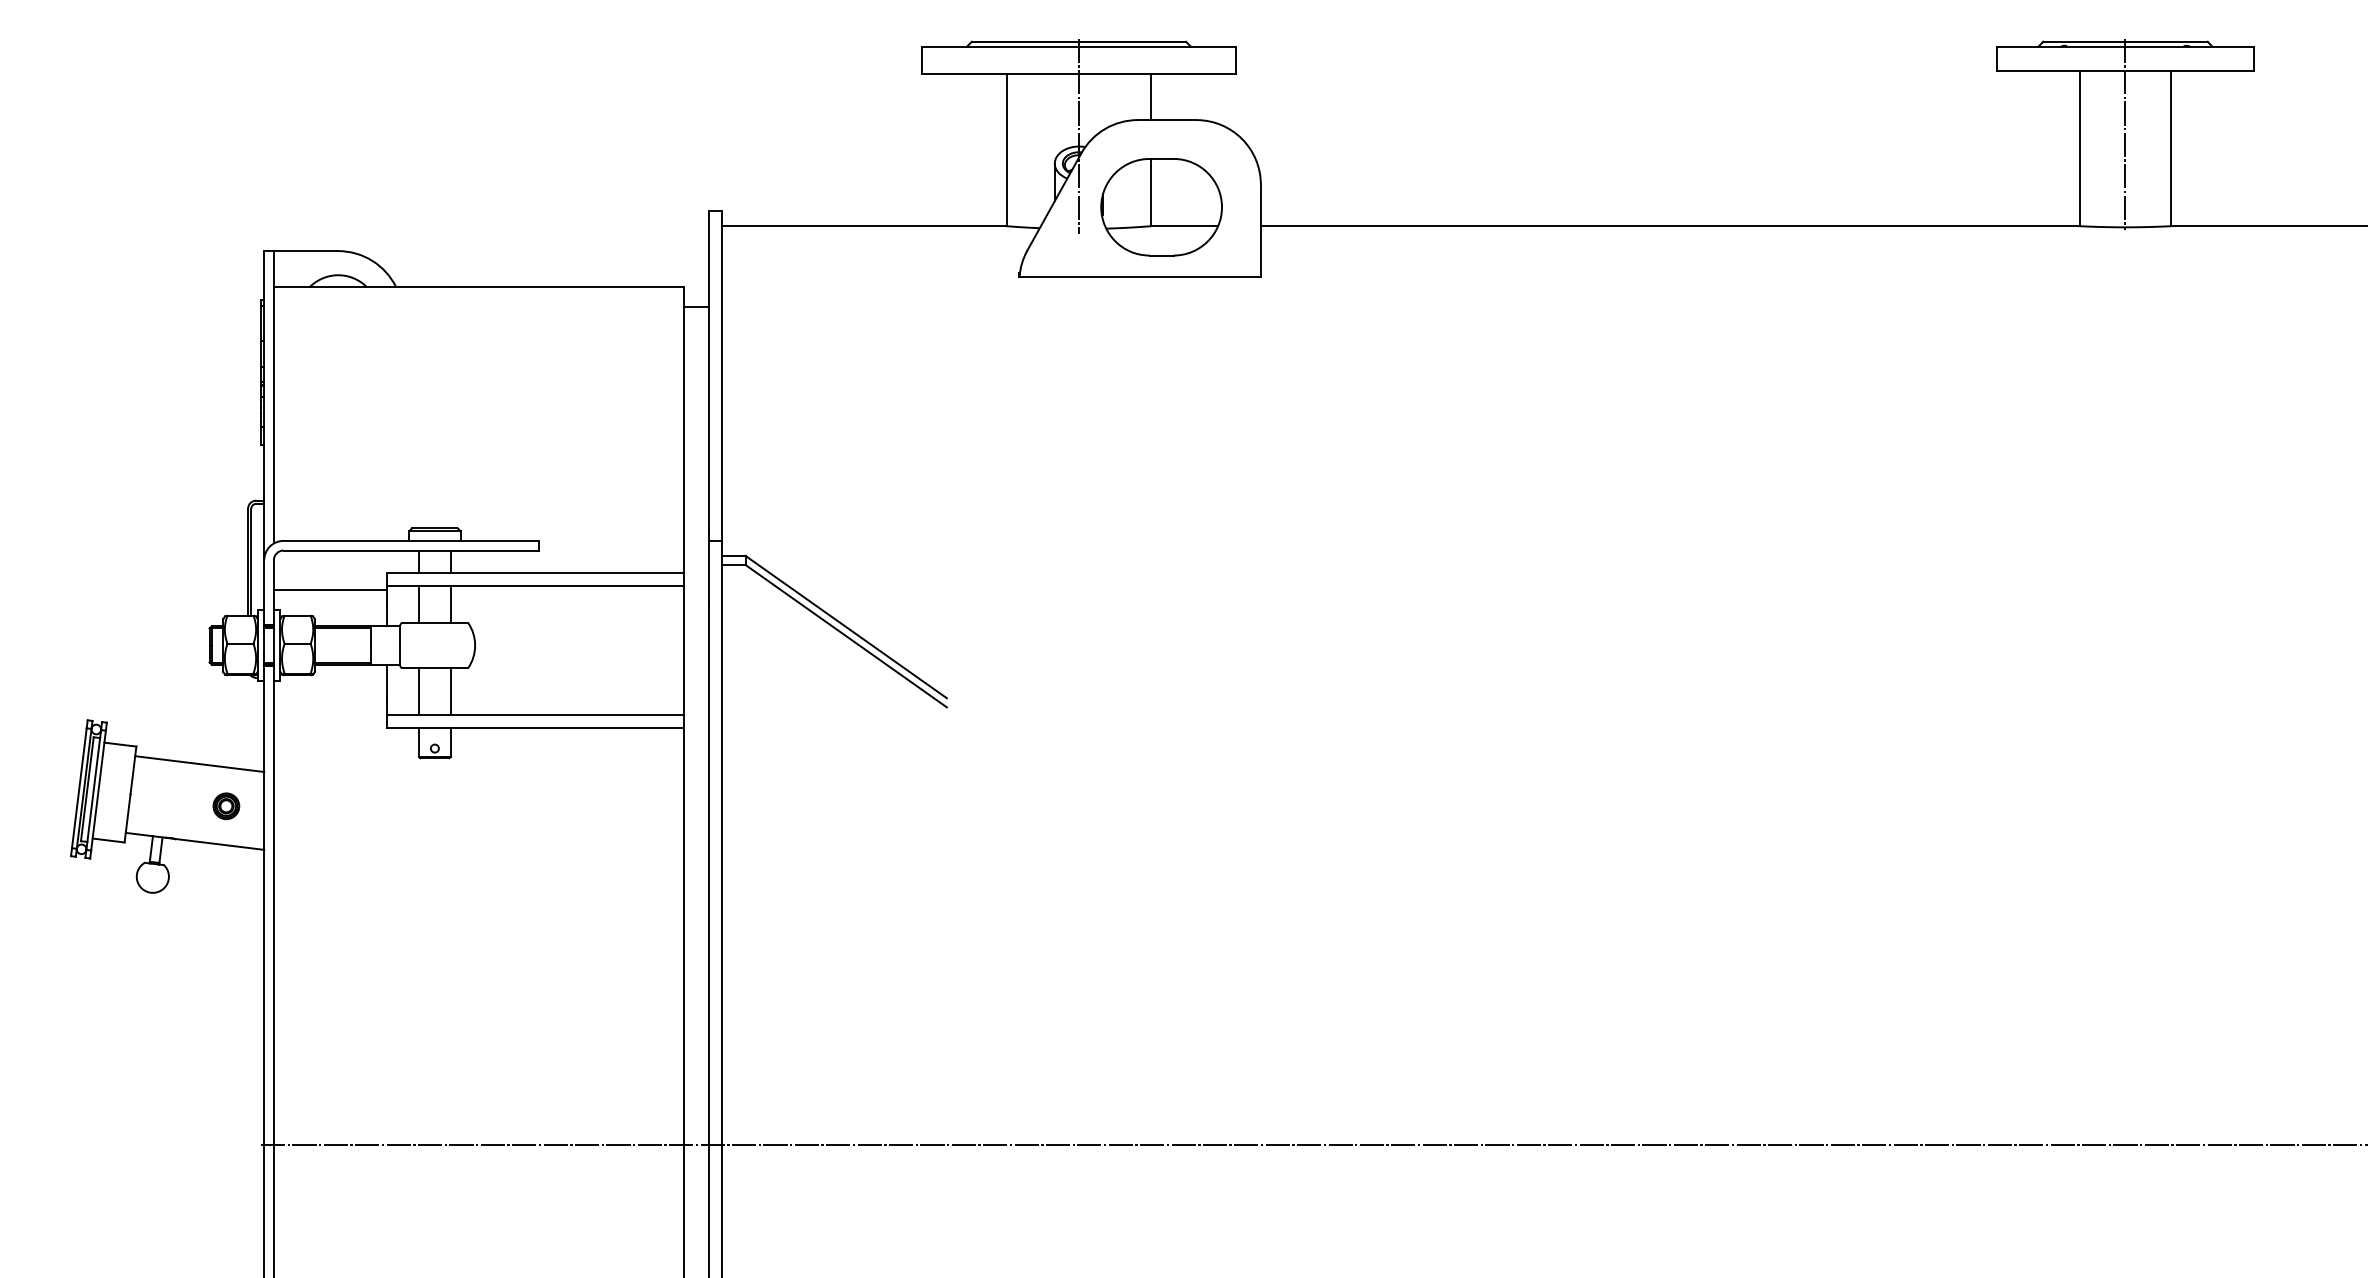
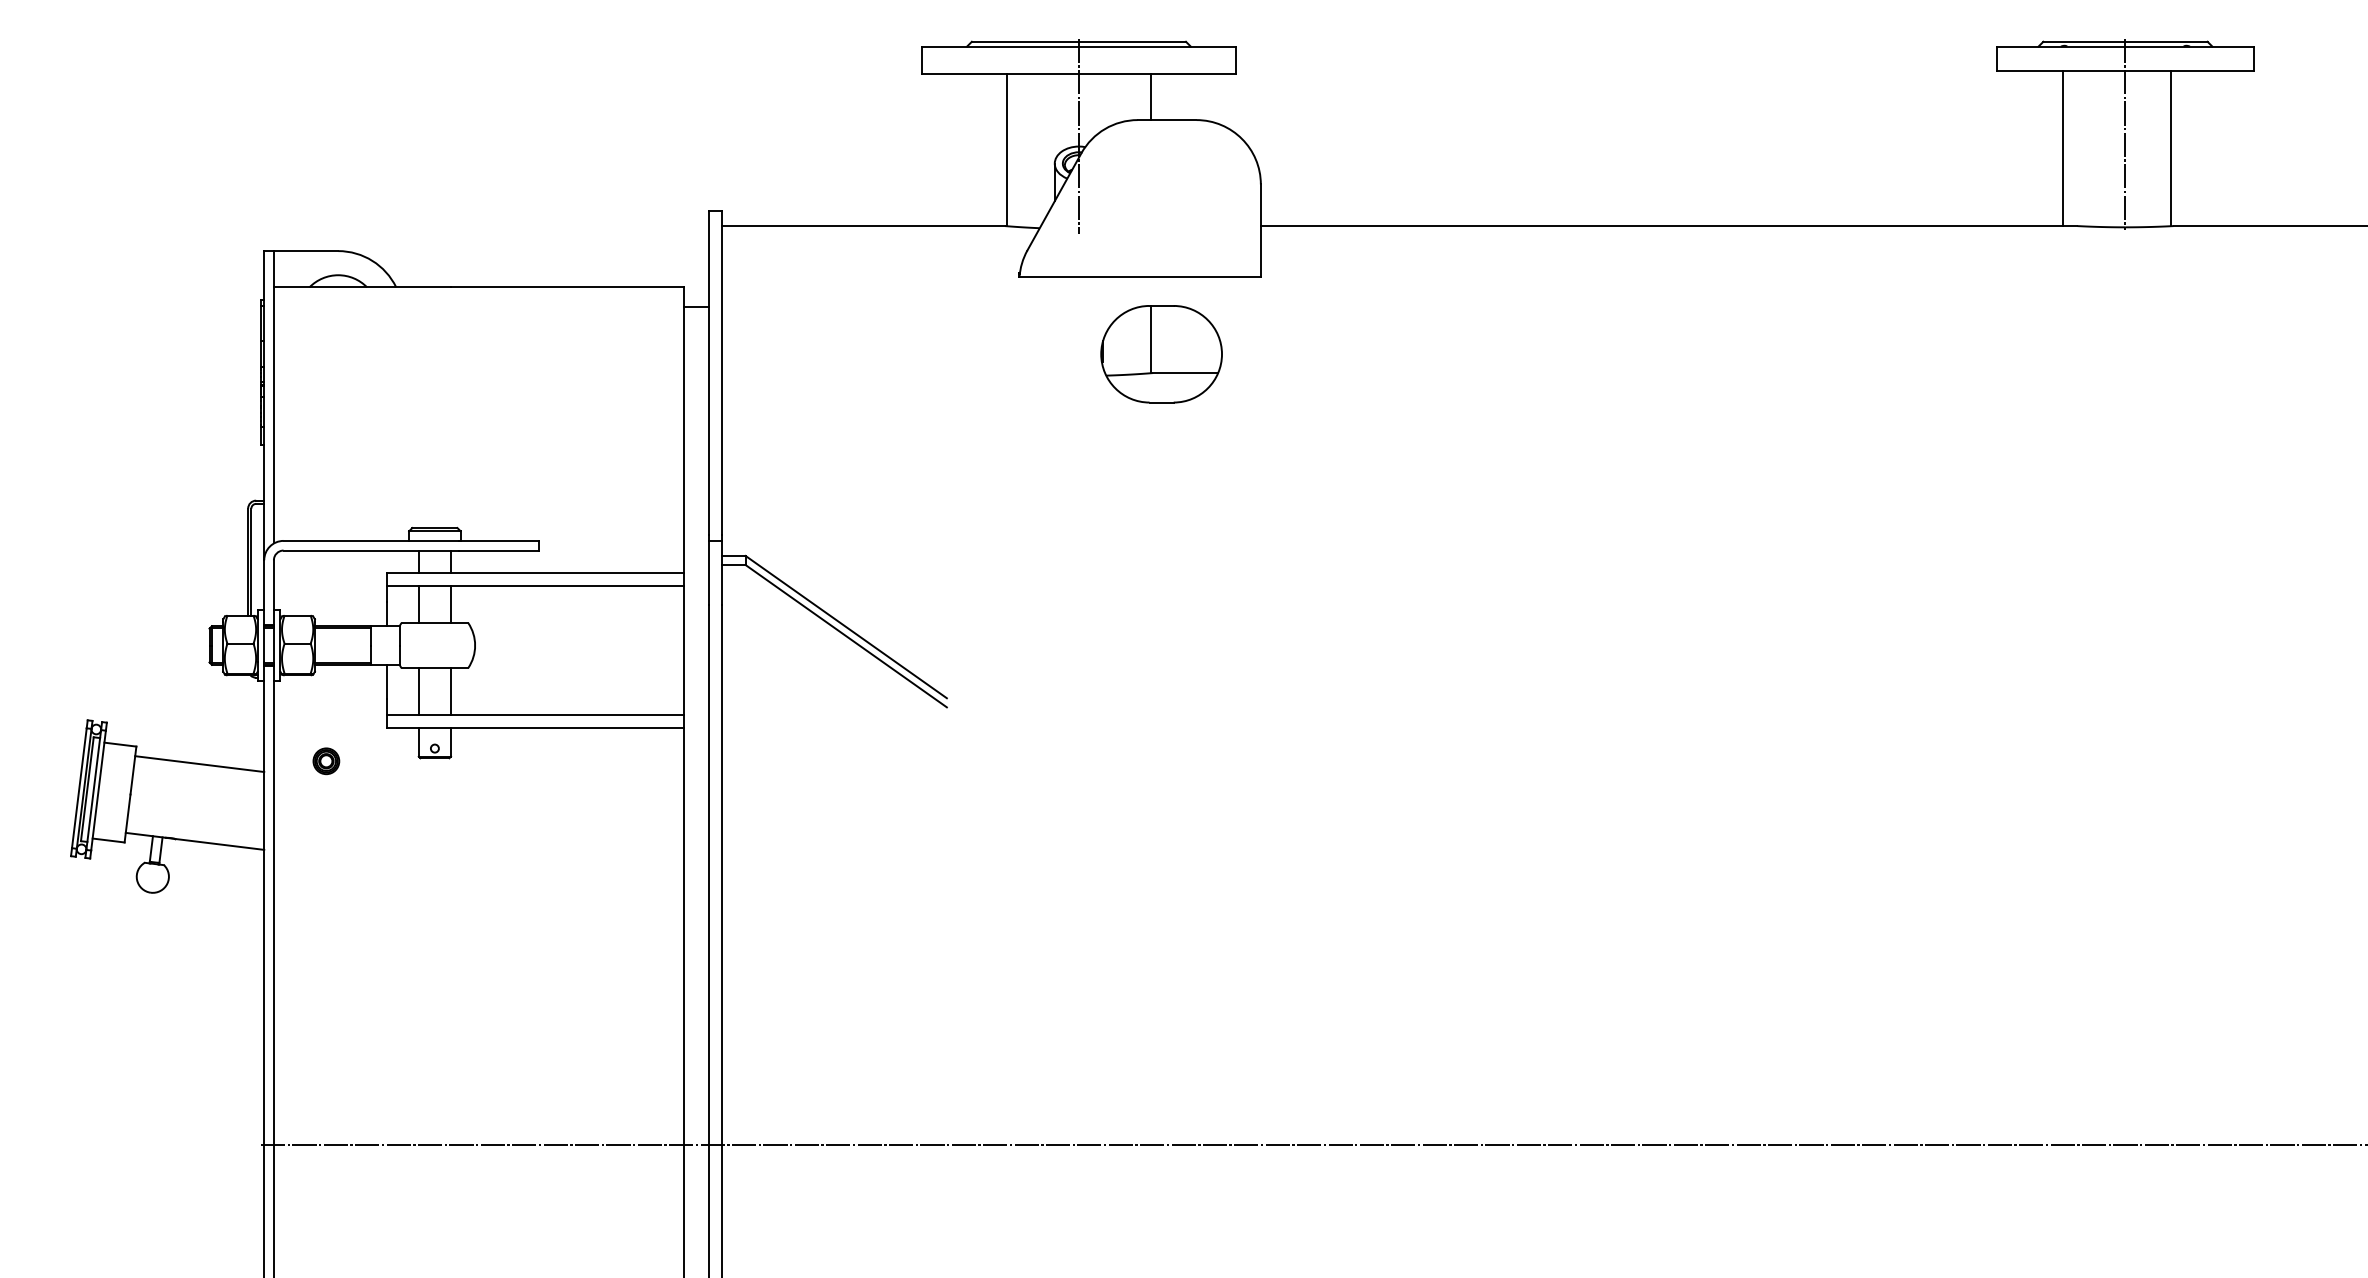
line at (2079, 148) position: (2079, 148) -> (2062, 148)
part at (1161, 207) position: (1161, 207) -> (1161, 354)
line at (329, 589): present -> none
part at (226, 806) position: (226, 806) -> (326, 761)
